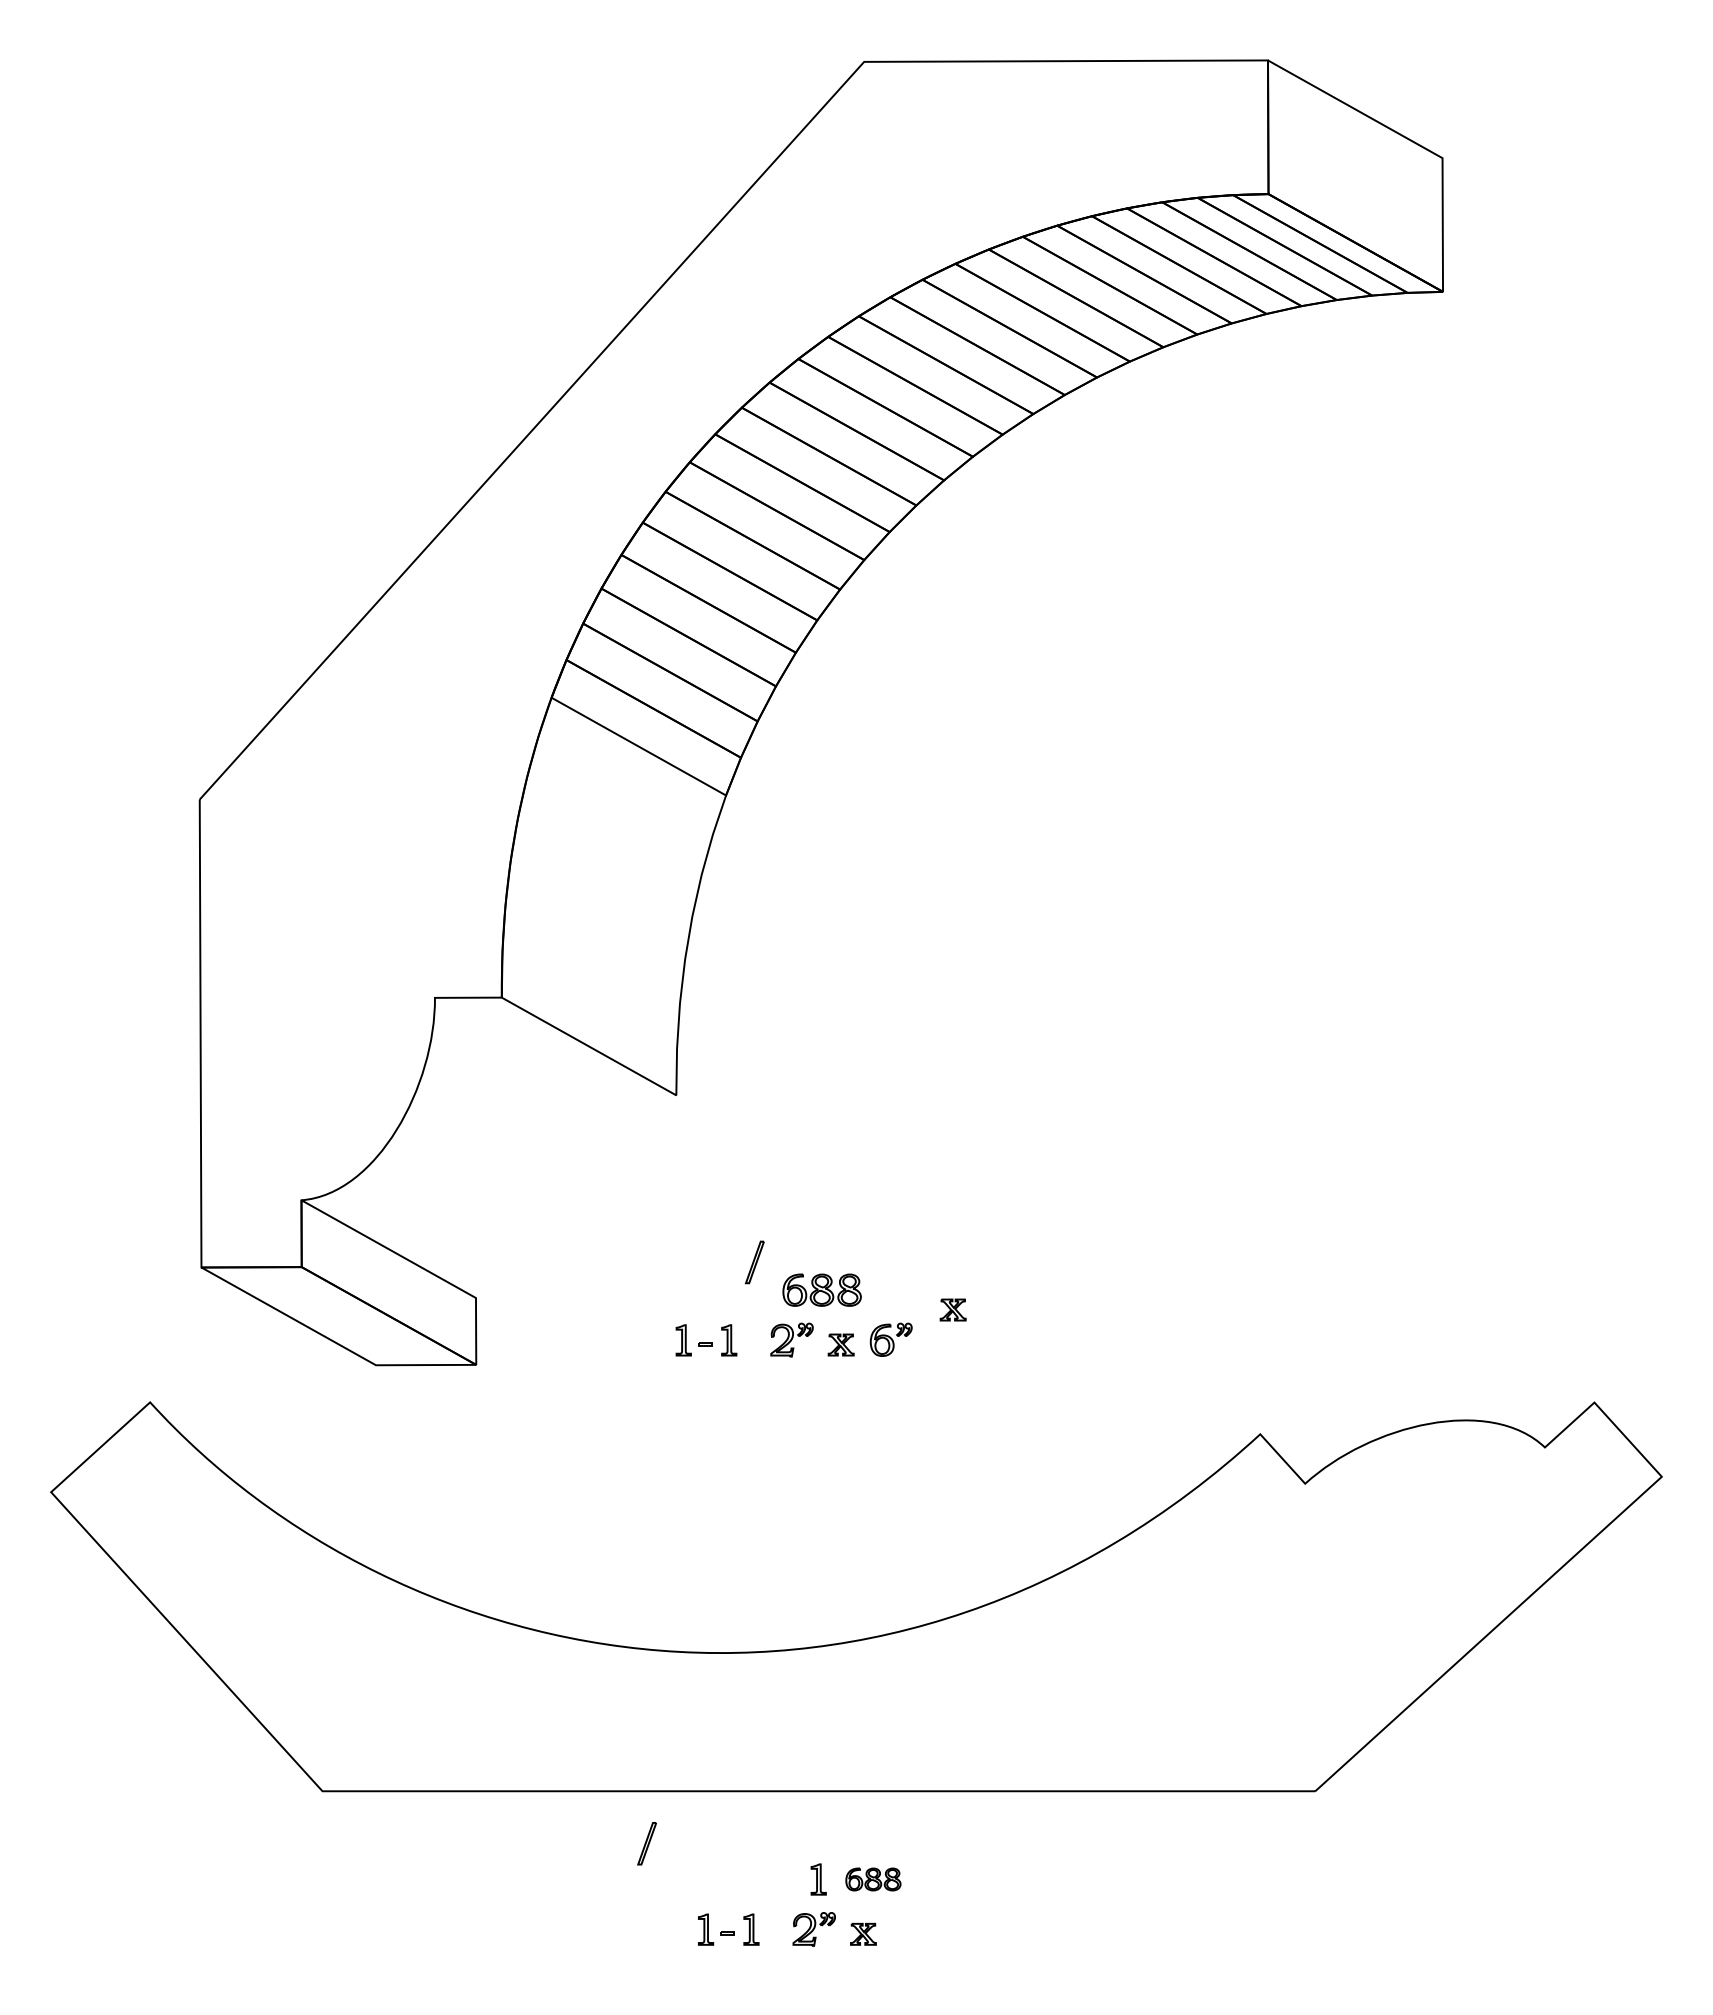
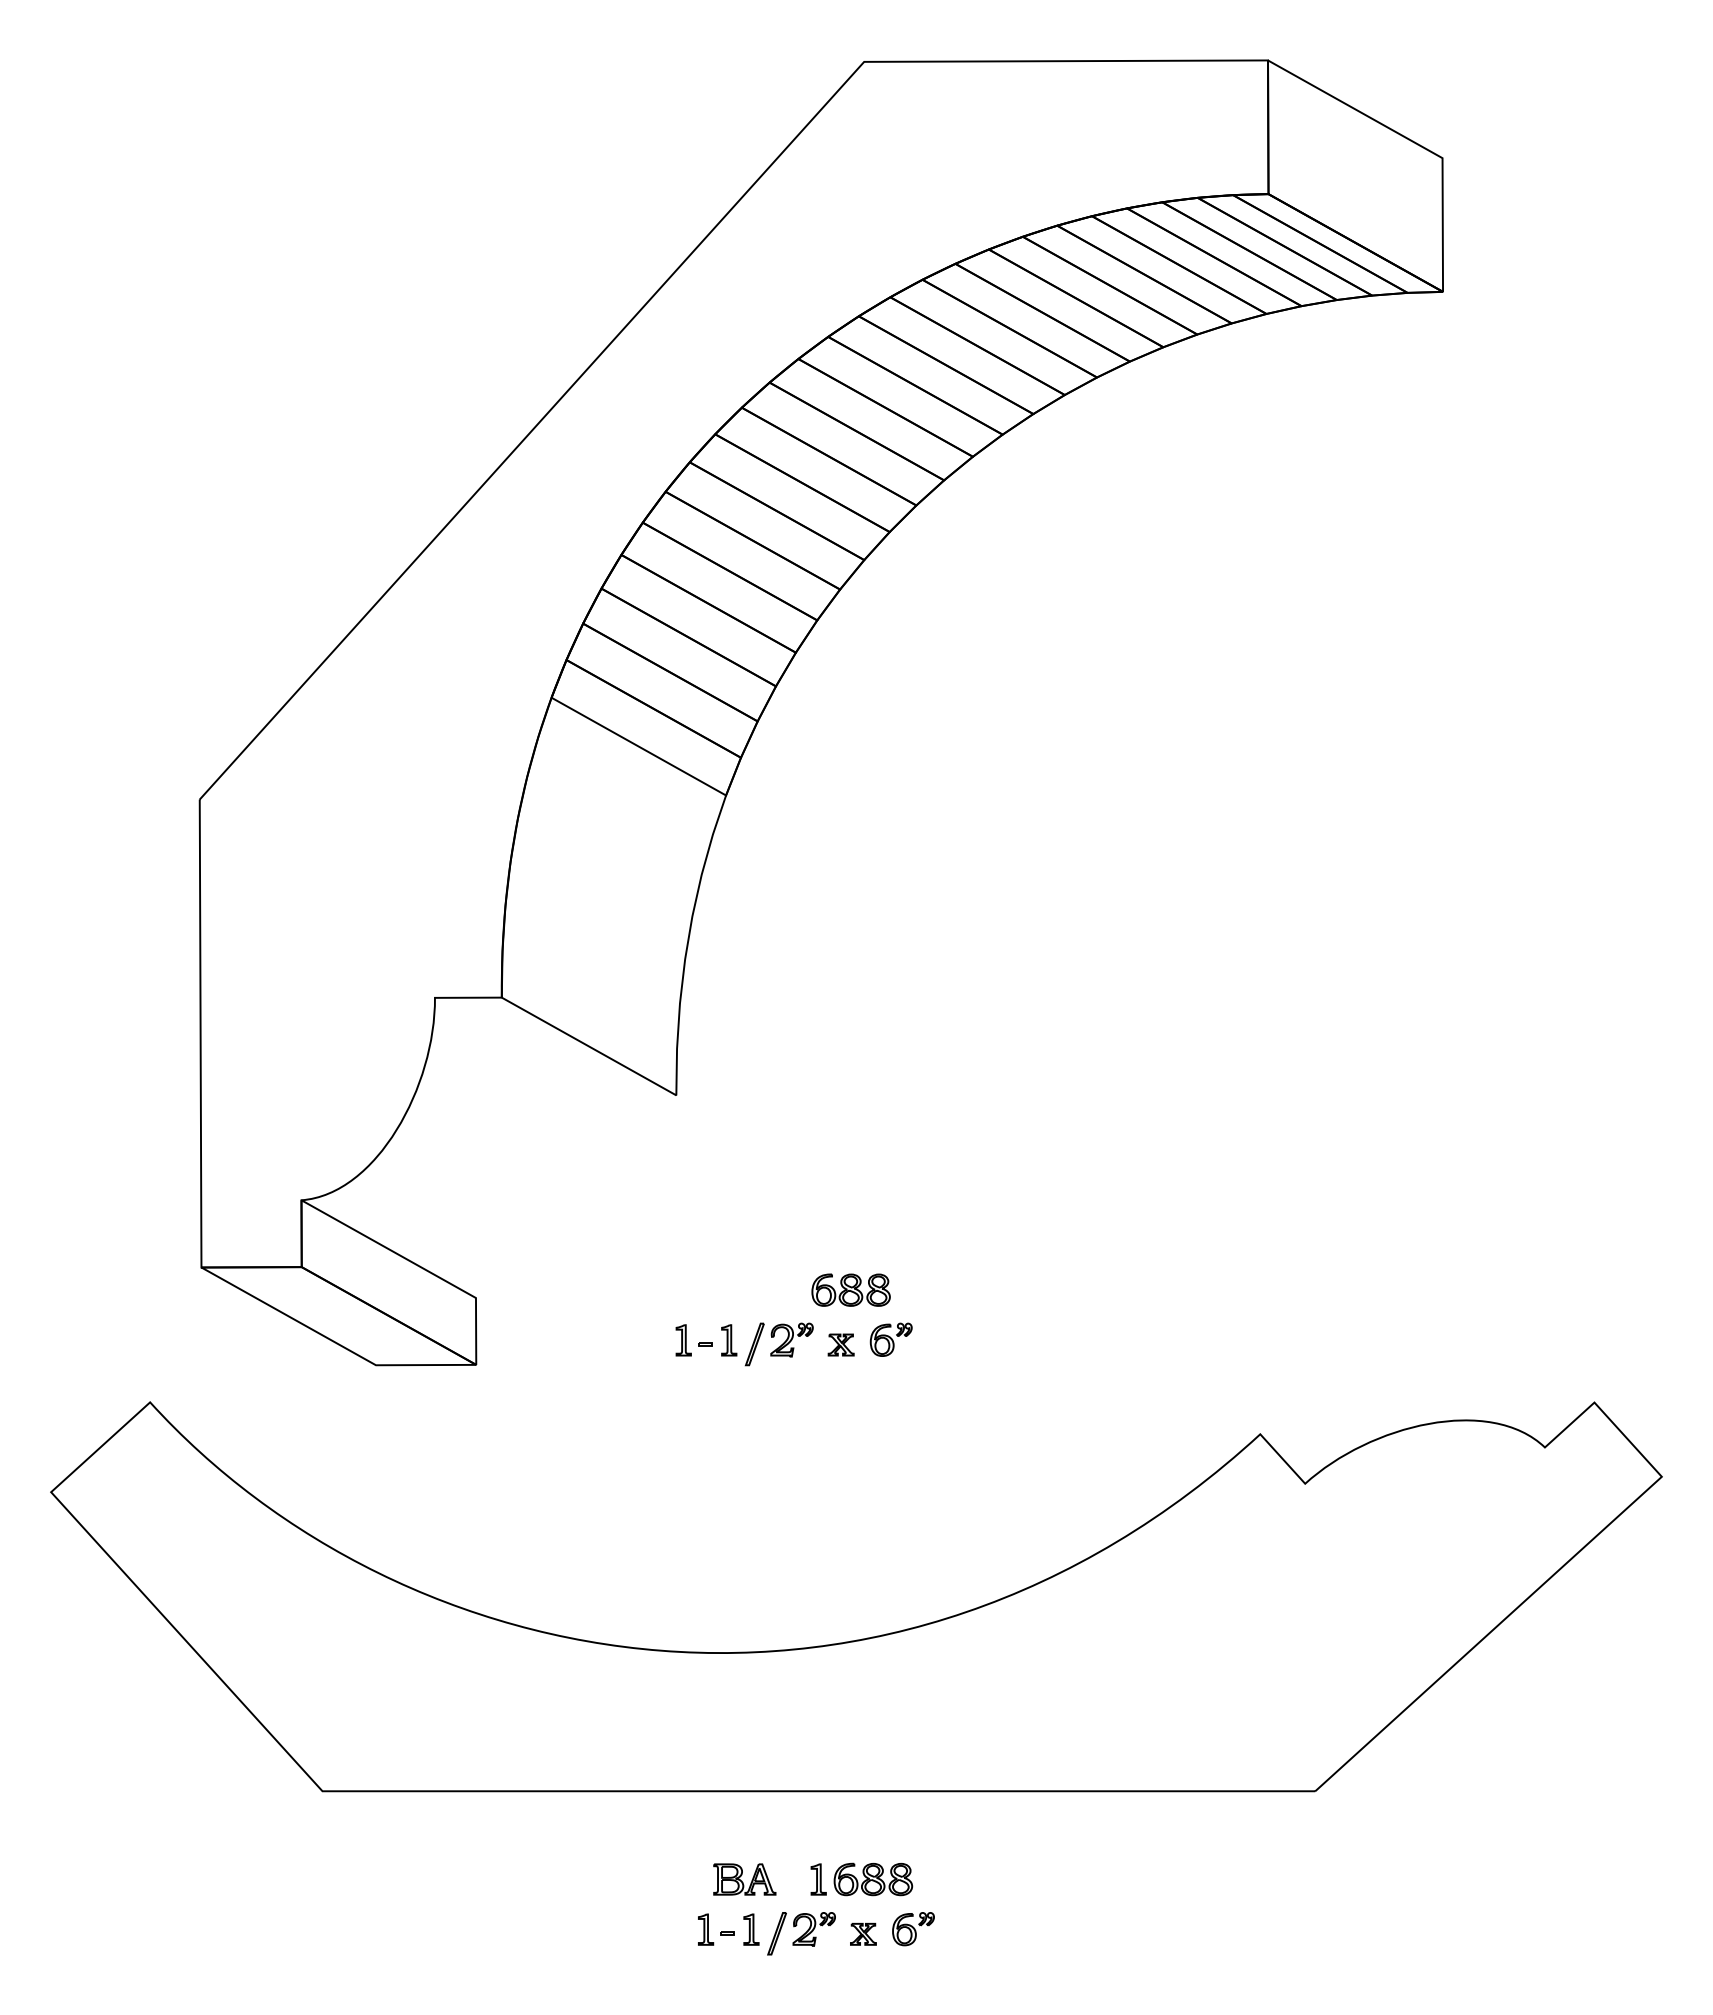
part at (754, 1262) position: (754, 1262) -> (754, 1344)
part at (821, 1289) position: (821, 1289) -> (850, 1289)
part at (952, 1309): present -> none
part at (646, 1843) position: (646, 1843) -> (776, 1933)
part at (744, 1879): none -> present
part at (873, 1879) size: 57x25 px -> 81x35 px
part at (913, 1929): none -> present
